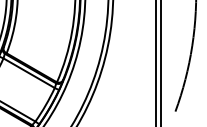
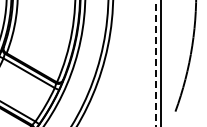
line at (155, 62): solid -> dashed
